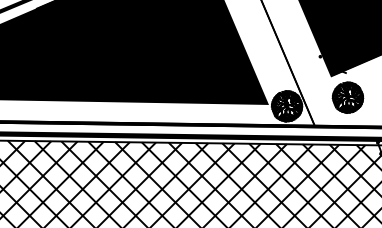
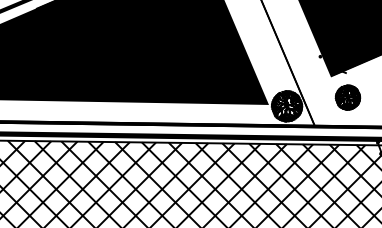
part at (347, 97) size: 34x33 px -> 28x27 px
